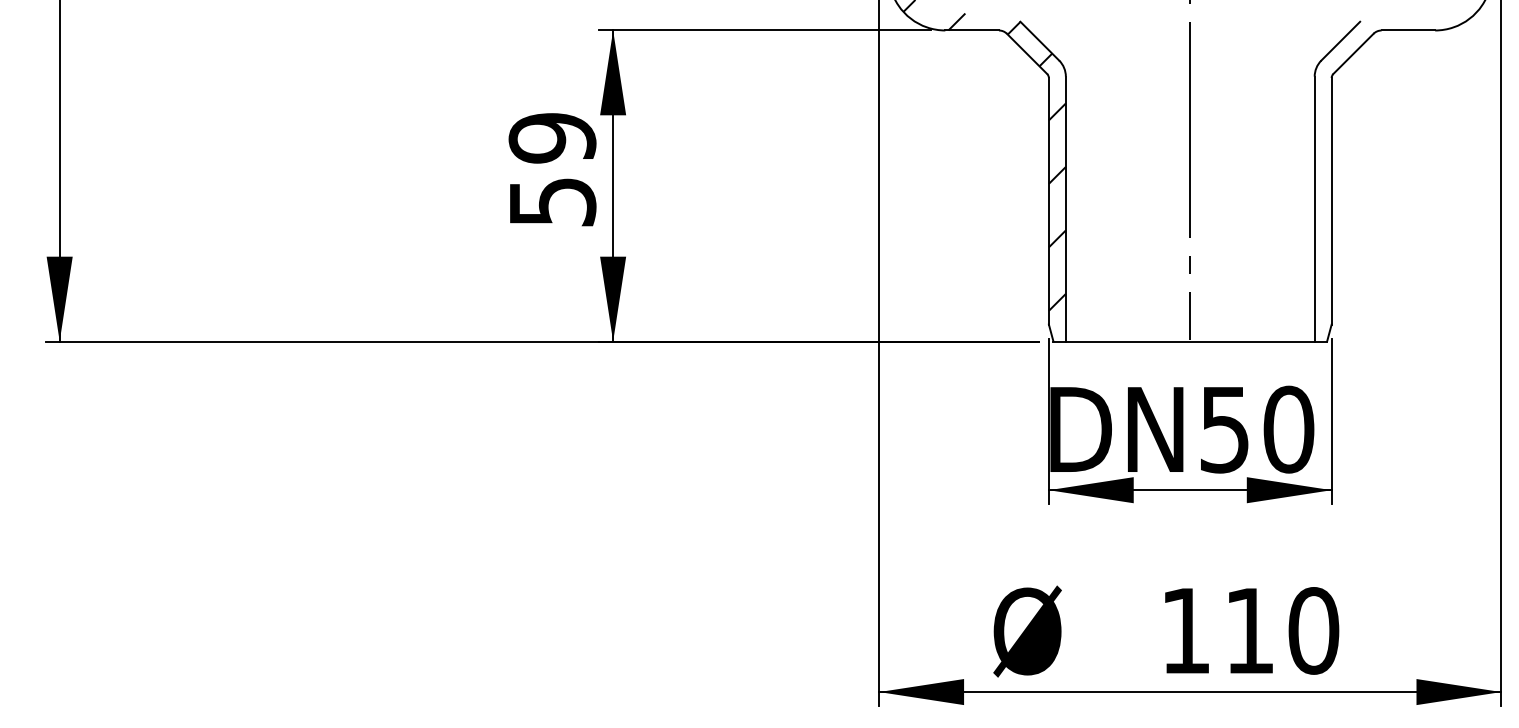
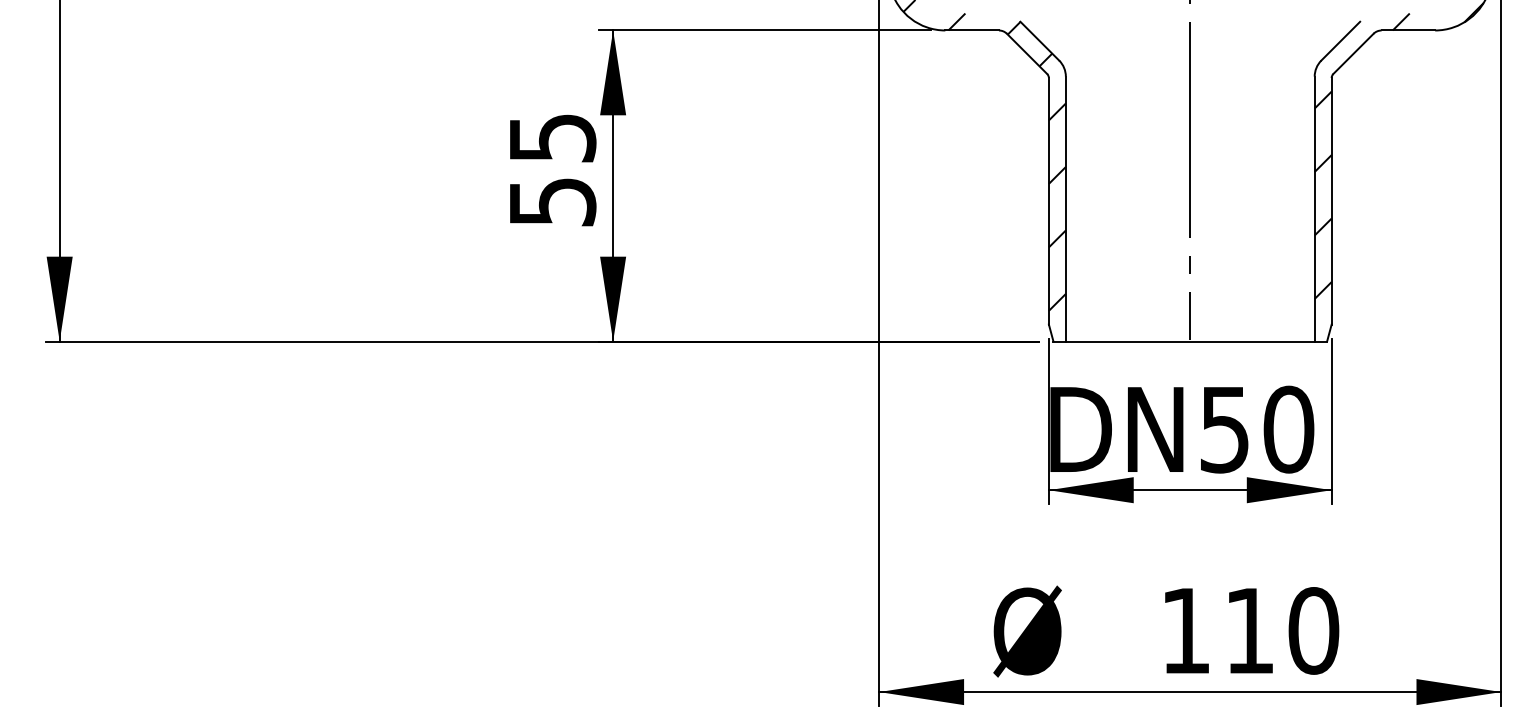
text at (552, 138): 59 -> 55
hatch at (1398, 151): none -> present
